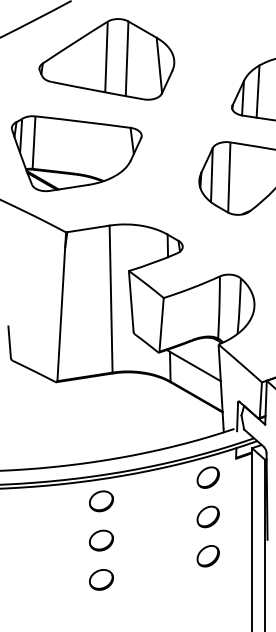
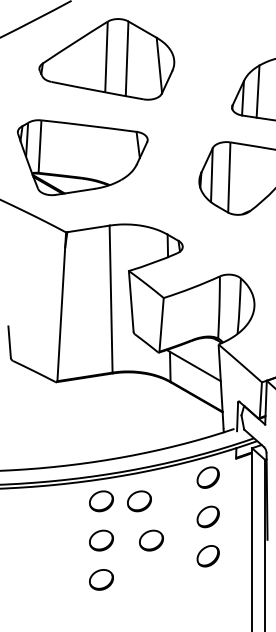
part at (76, 153) position: (76, 153) -> (82, 157)
part at (139, 501): none -> present
part at (151, 540): none -> present
